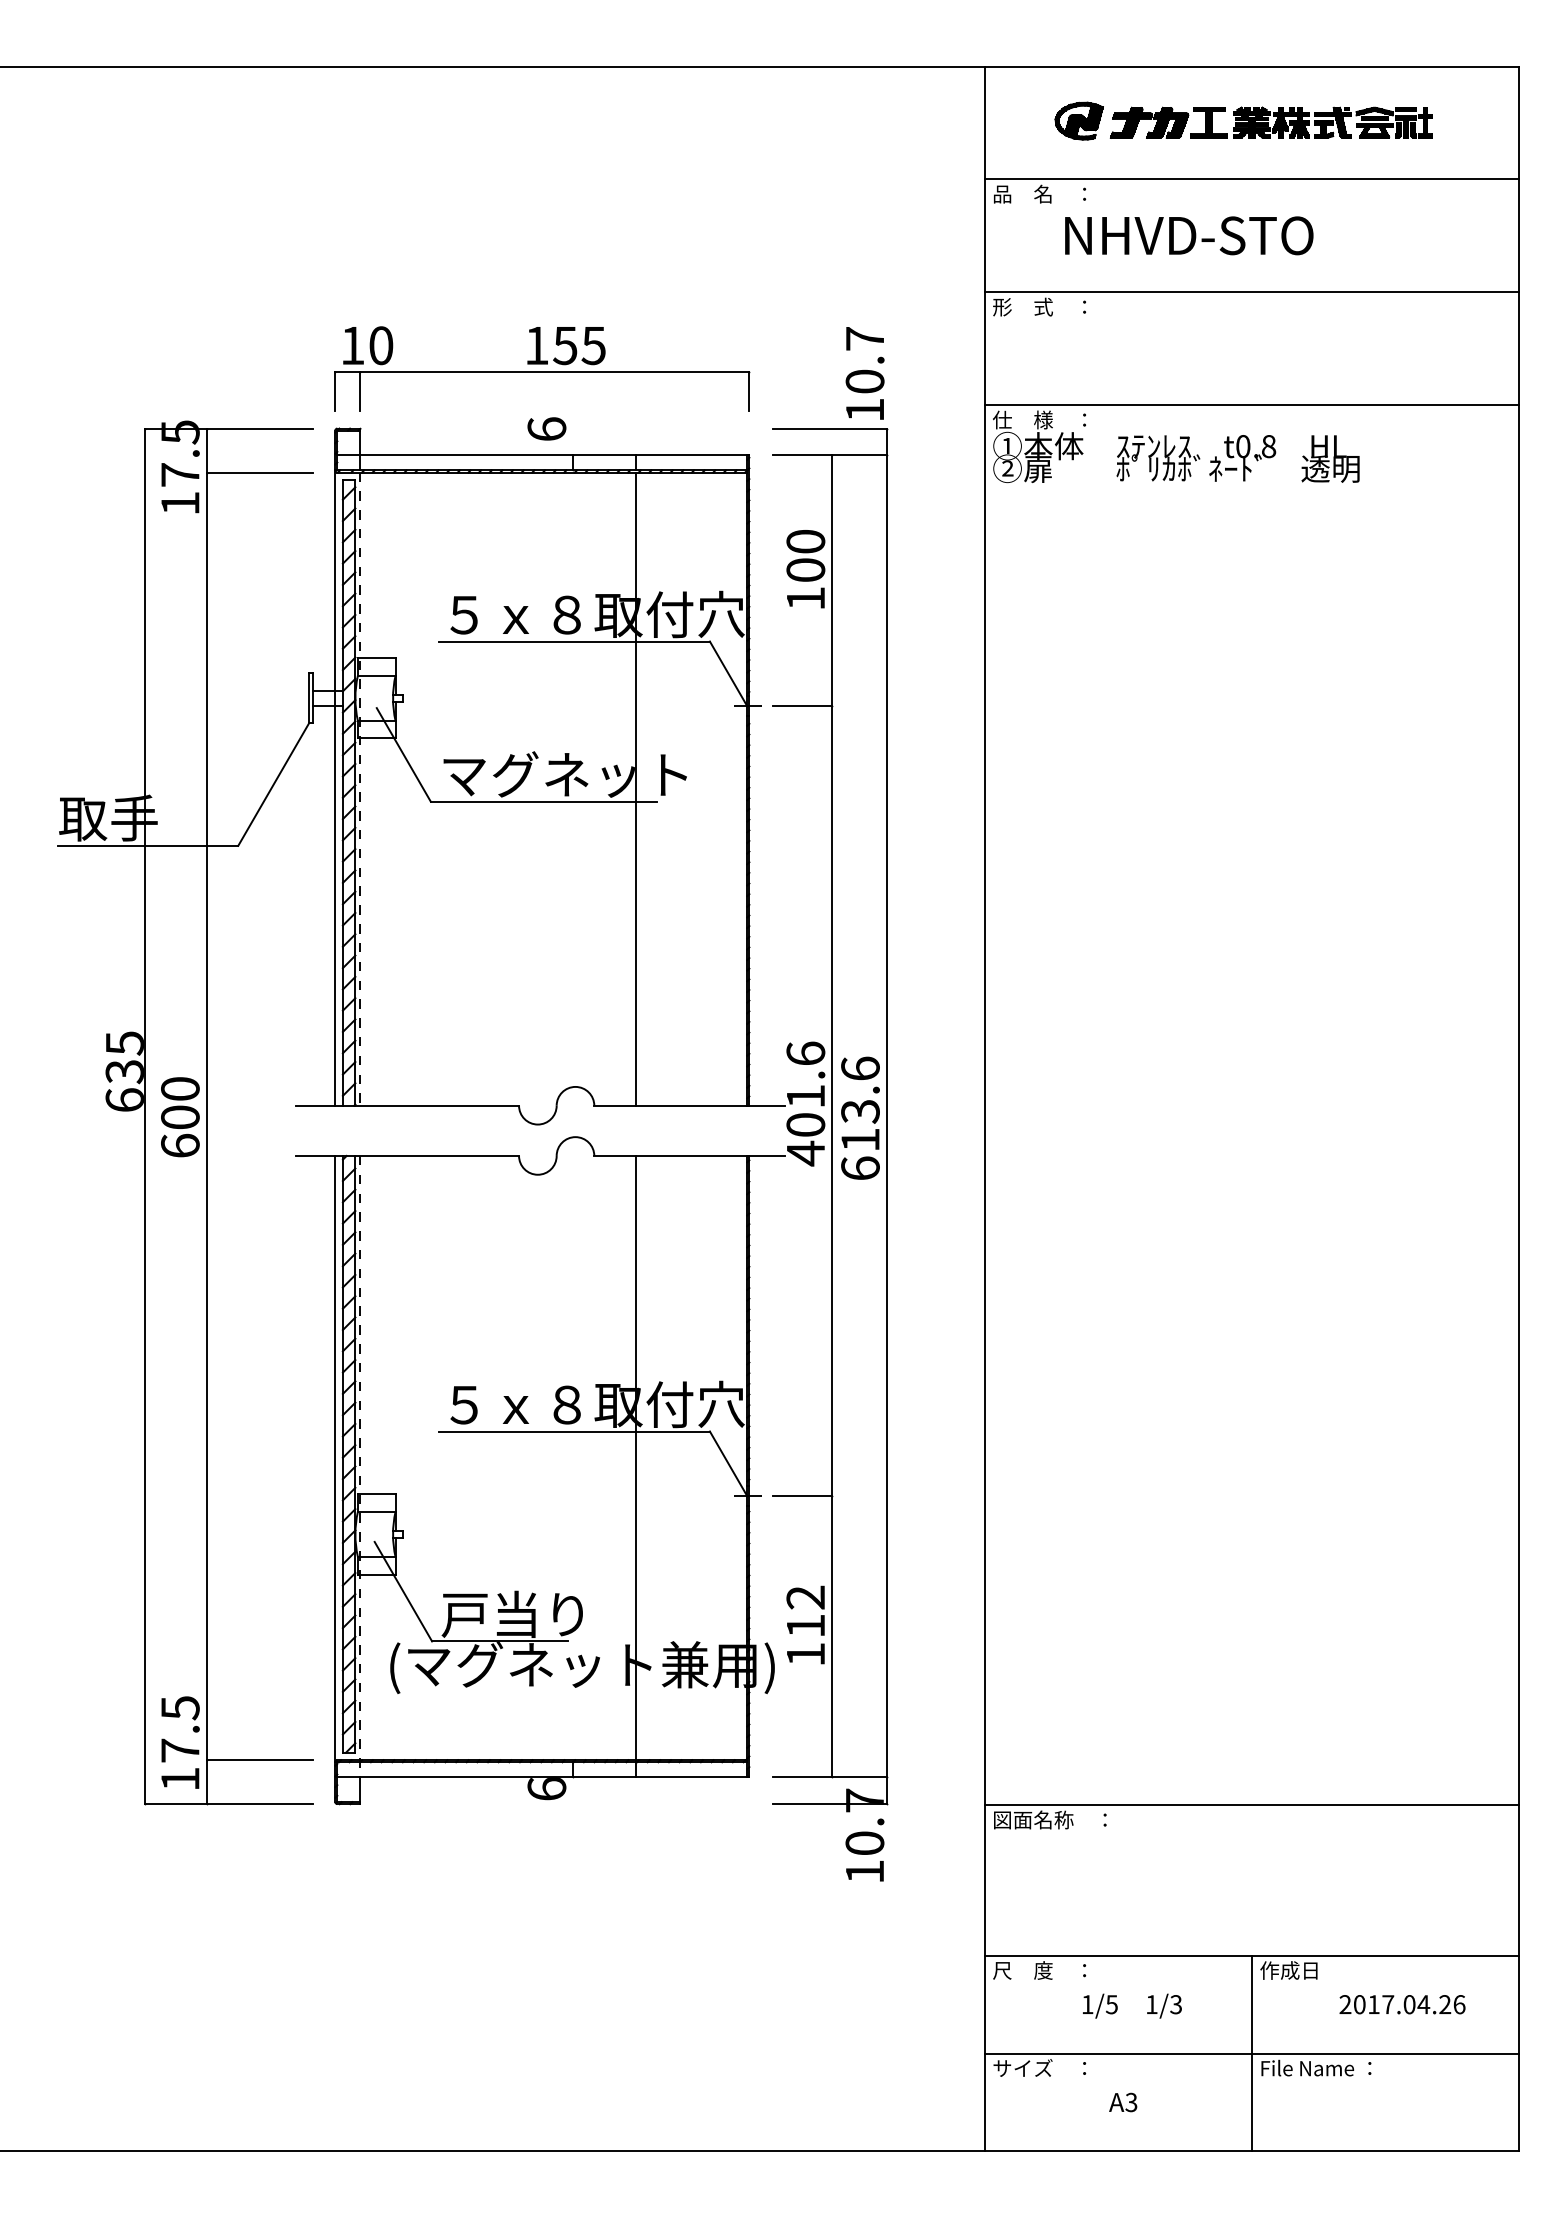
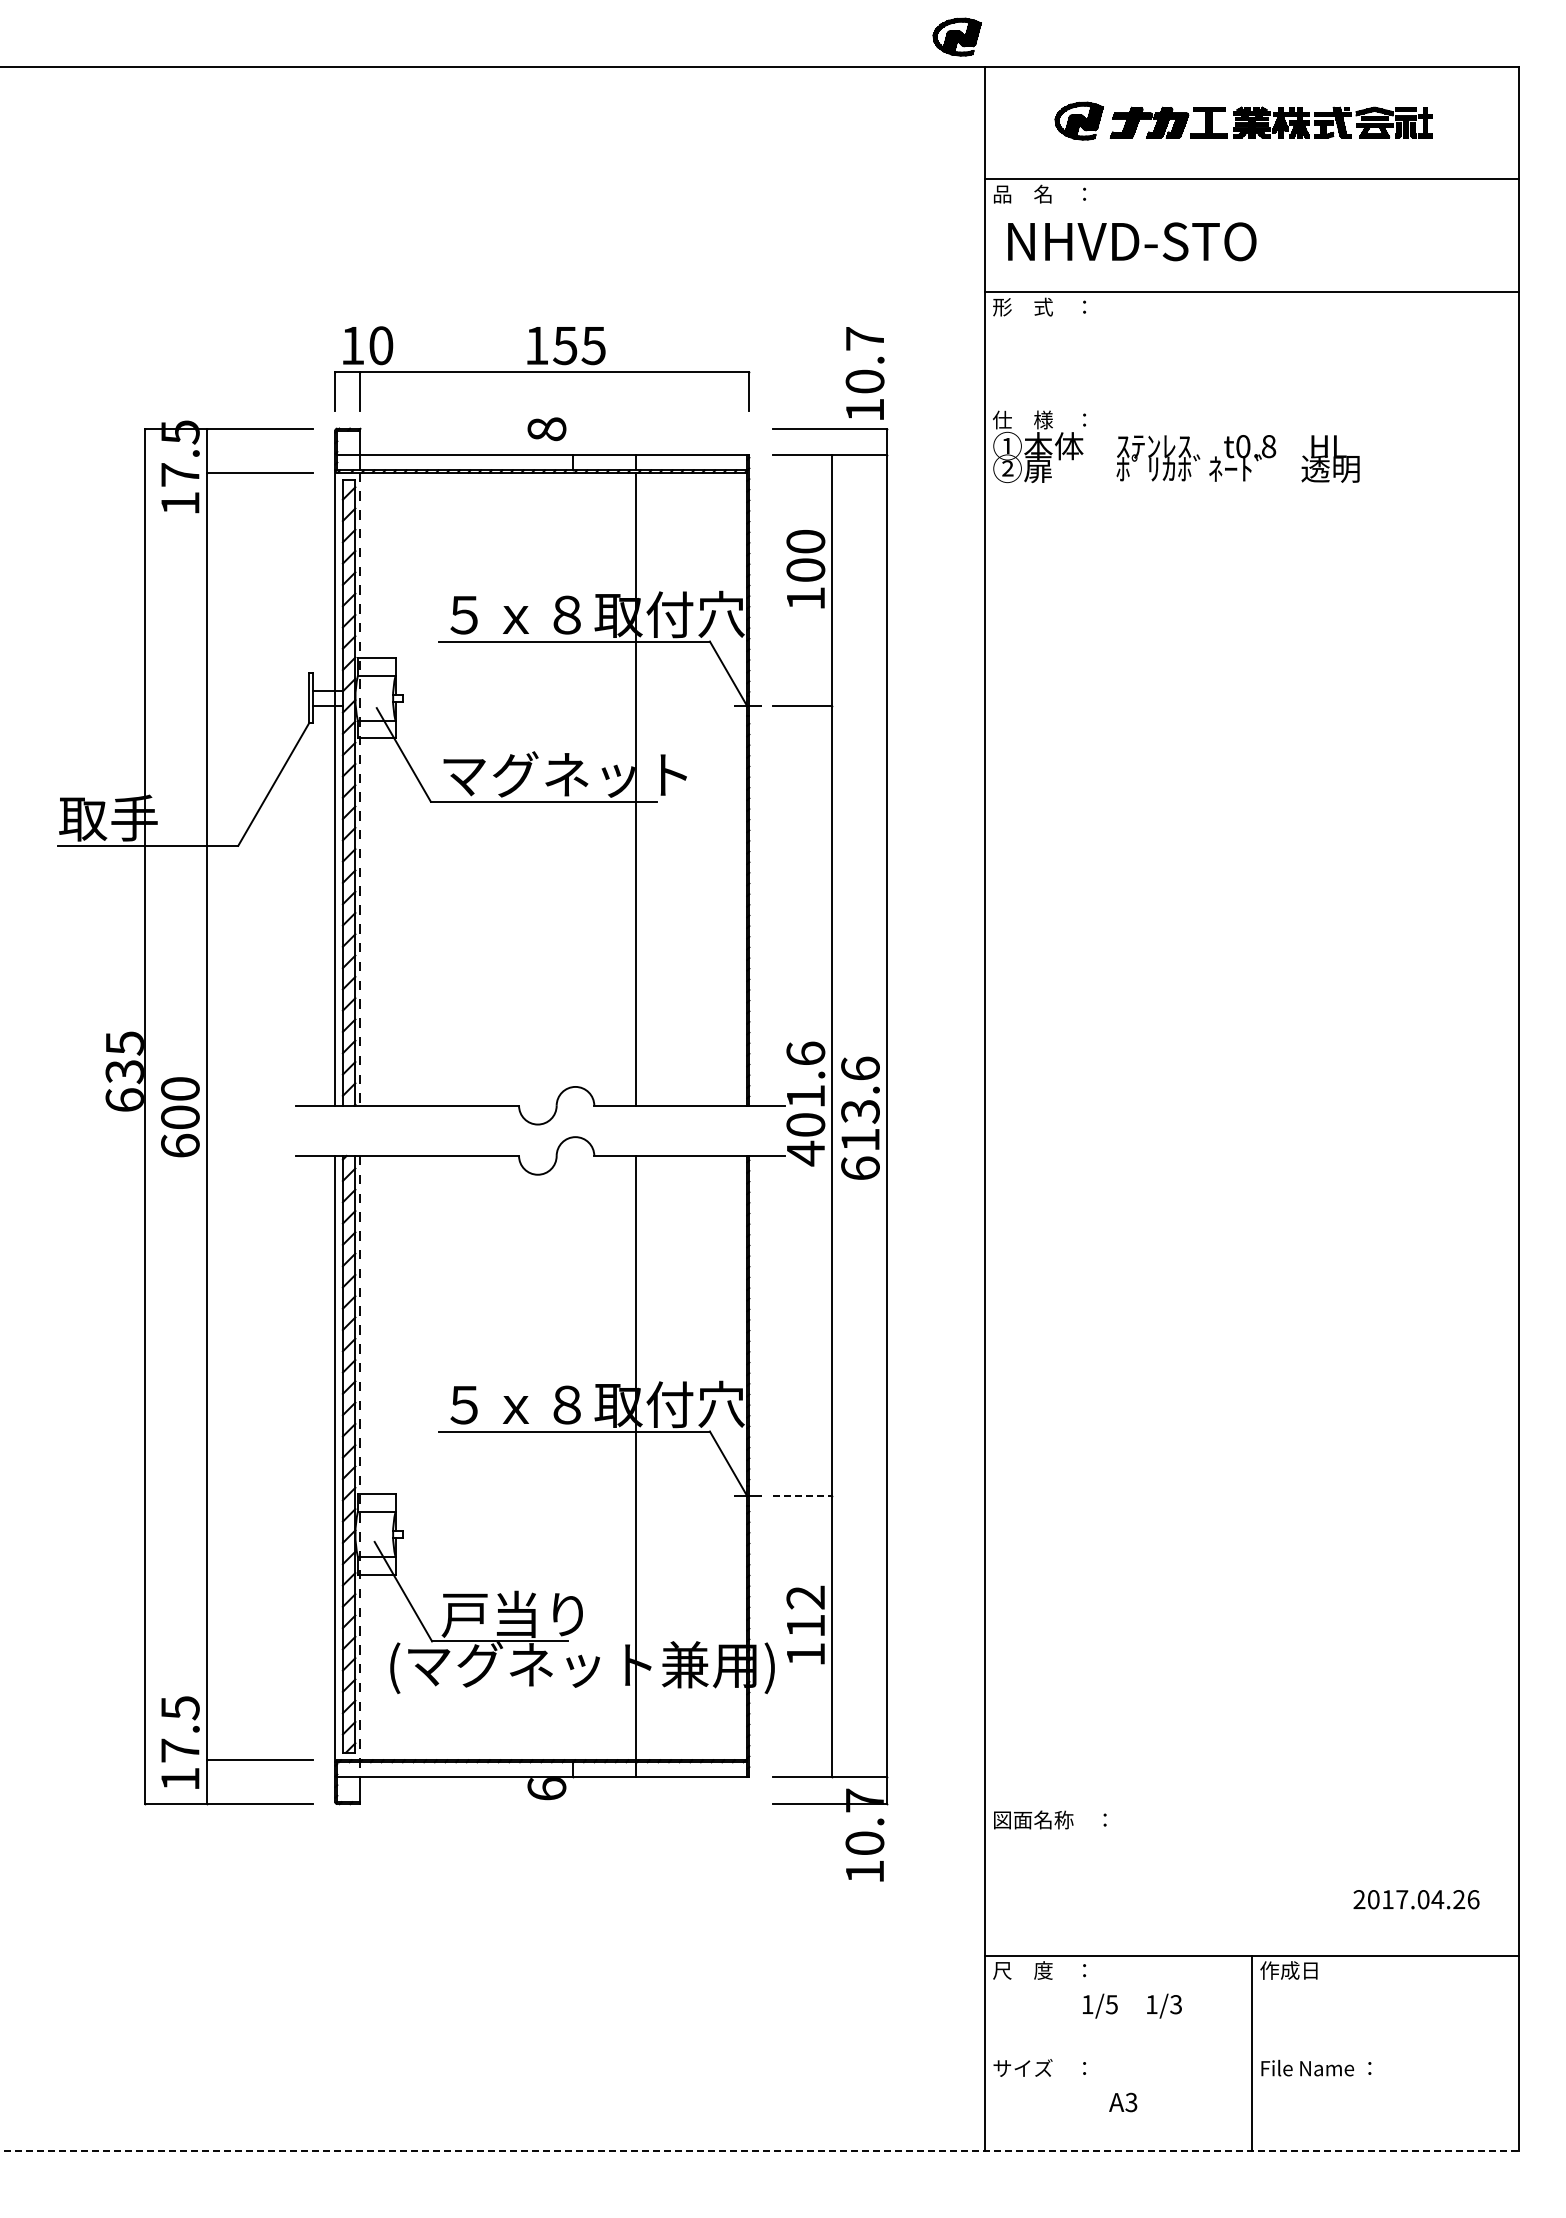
part at (956, 36): none -> present
text at (1189, 235) position: (1189, 235) -> (1132, 241)
line at (1251, 405): present -> none
text at (546, 429): 6 -> 8
line at (802, 1496): solid -> dashed
line at (1251, 1805): present -> none
text at (1402, 2004) position: (1402, 2004) -> (1416, 1899)
line at (1251, 2053): present -> none
line at (760, 2151): solid -> dashed
